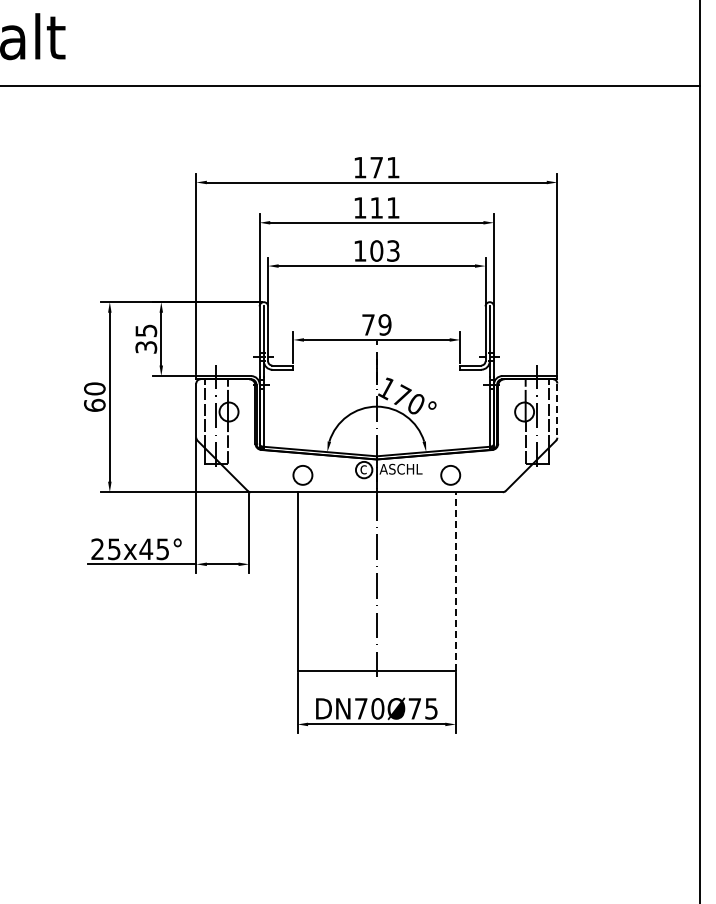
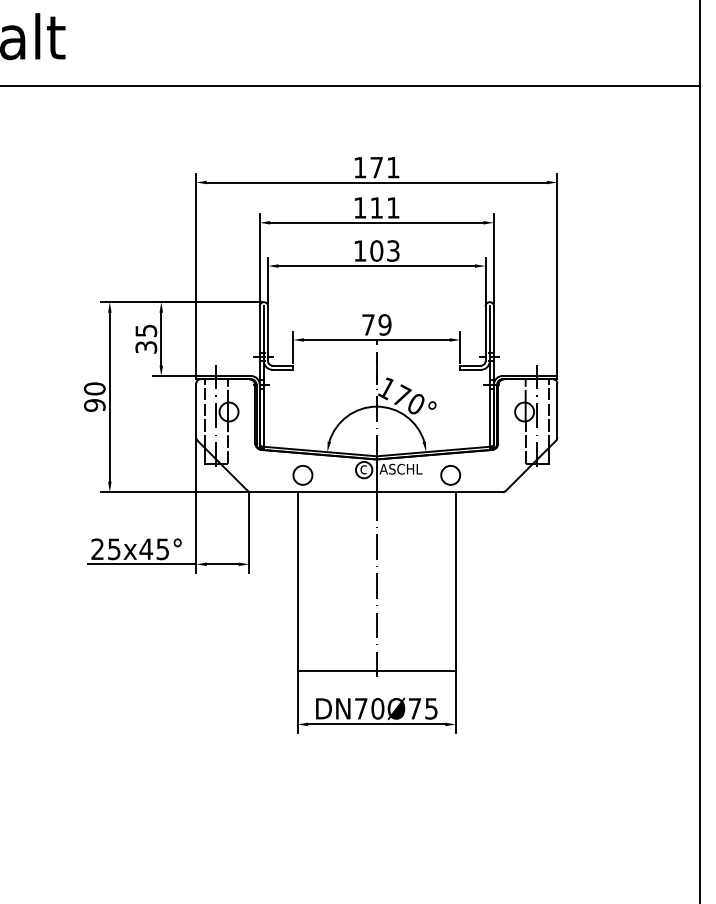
text at (94, 405): 60 -> 90
line at (557, 411): dashed -> solid
line at (455, 580): dashed -> solid
